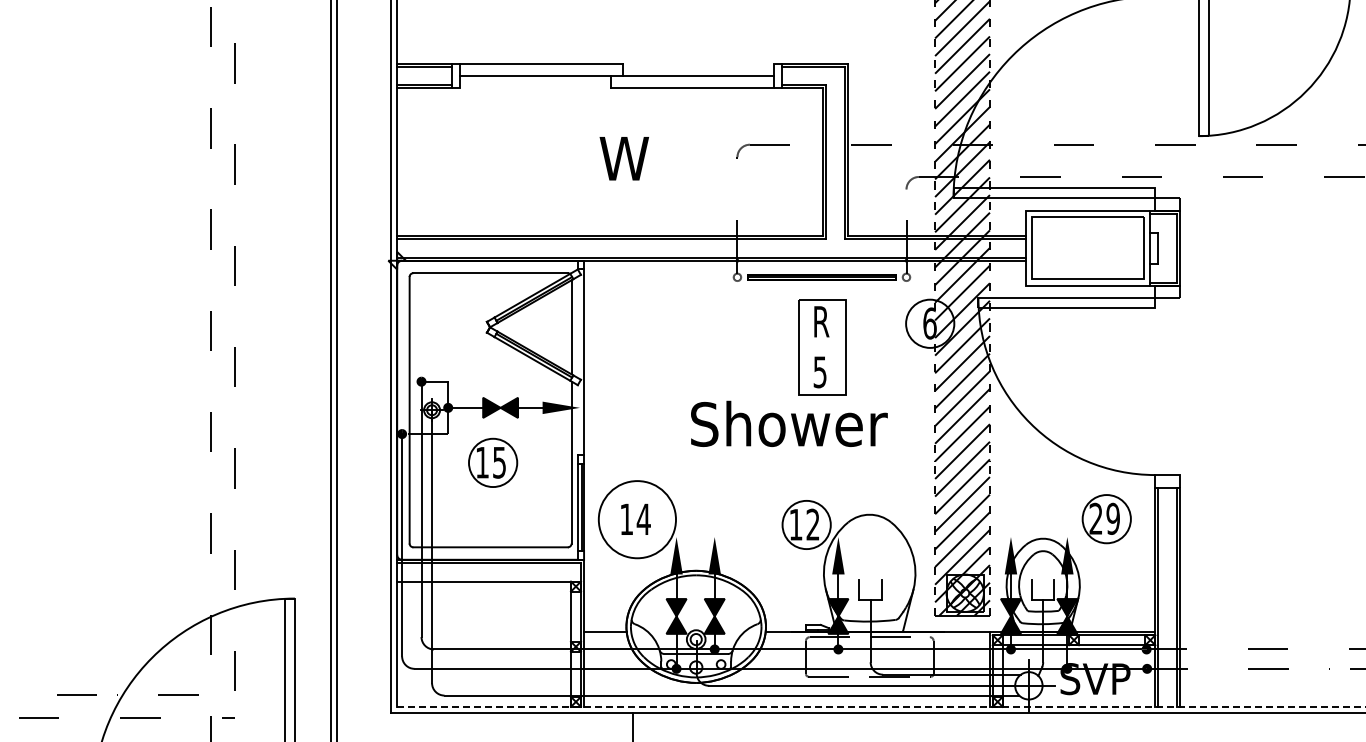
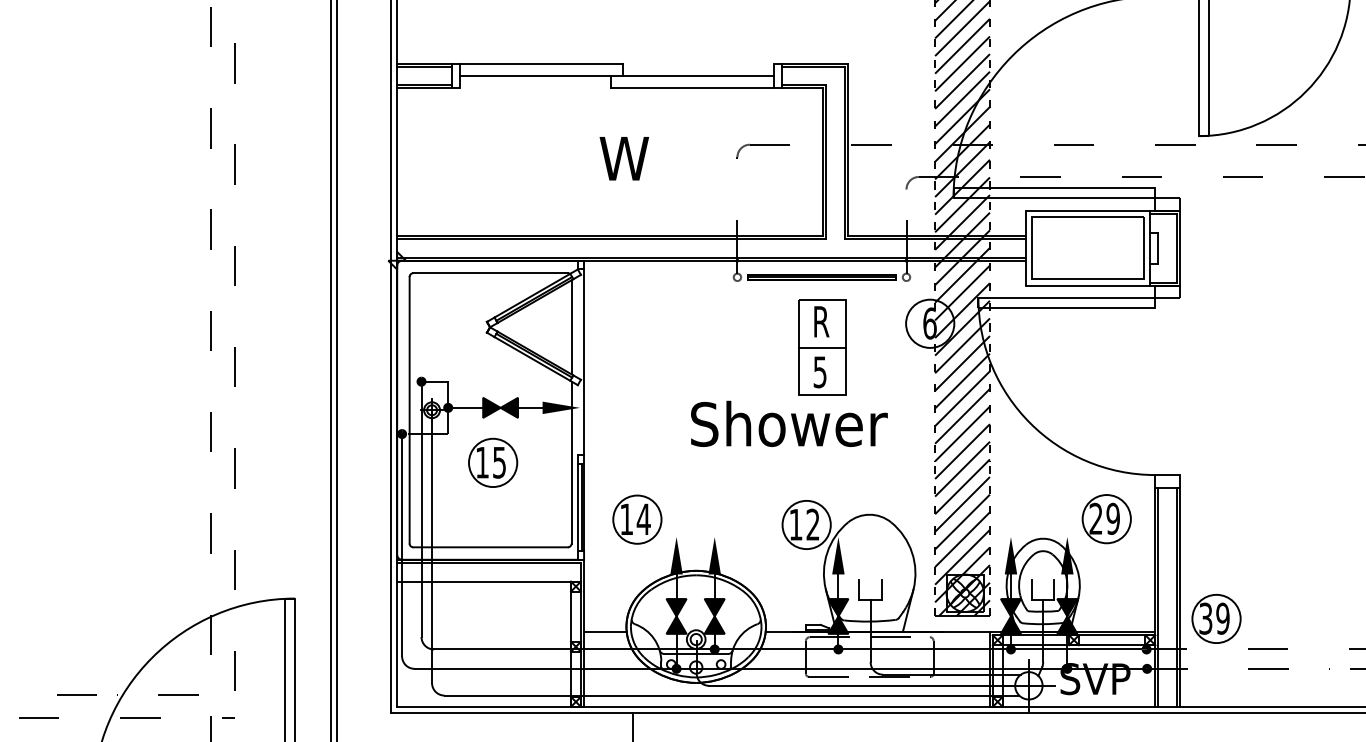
line at (822, 347): none -> present
circle at (637, 519) diameter: 77 px -> 48 px
part at (1216, 618): none -> present
line at (881, 706): dashed -> solid
